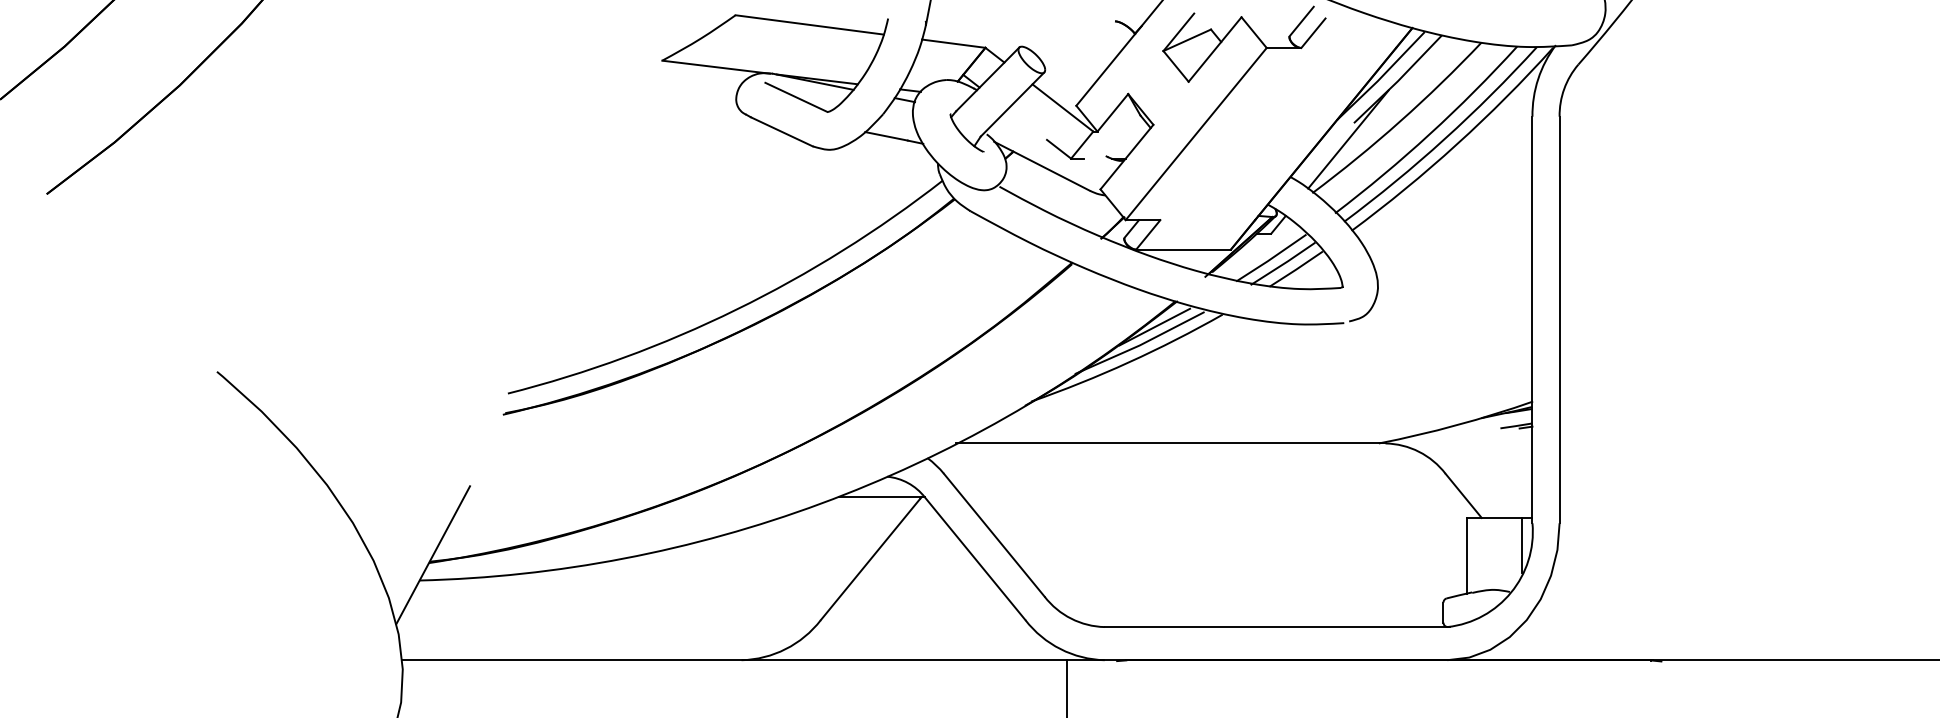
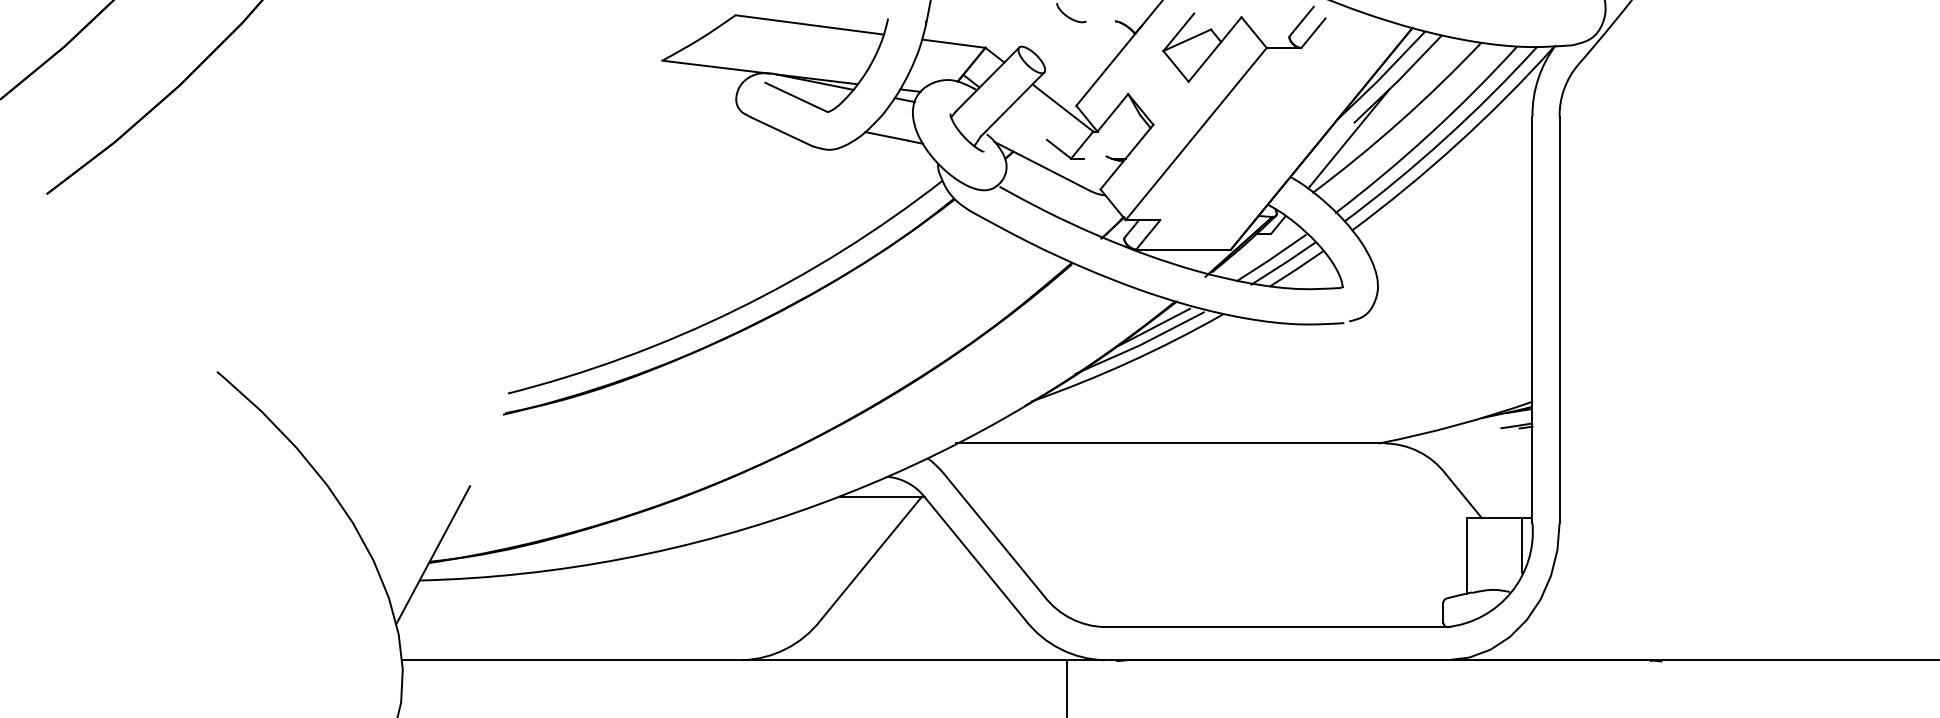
curve at (1069, 16): none -> present
